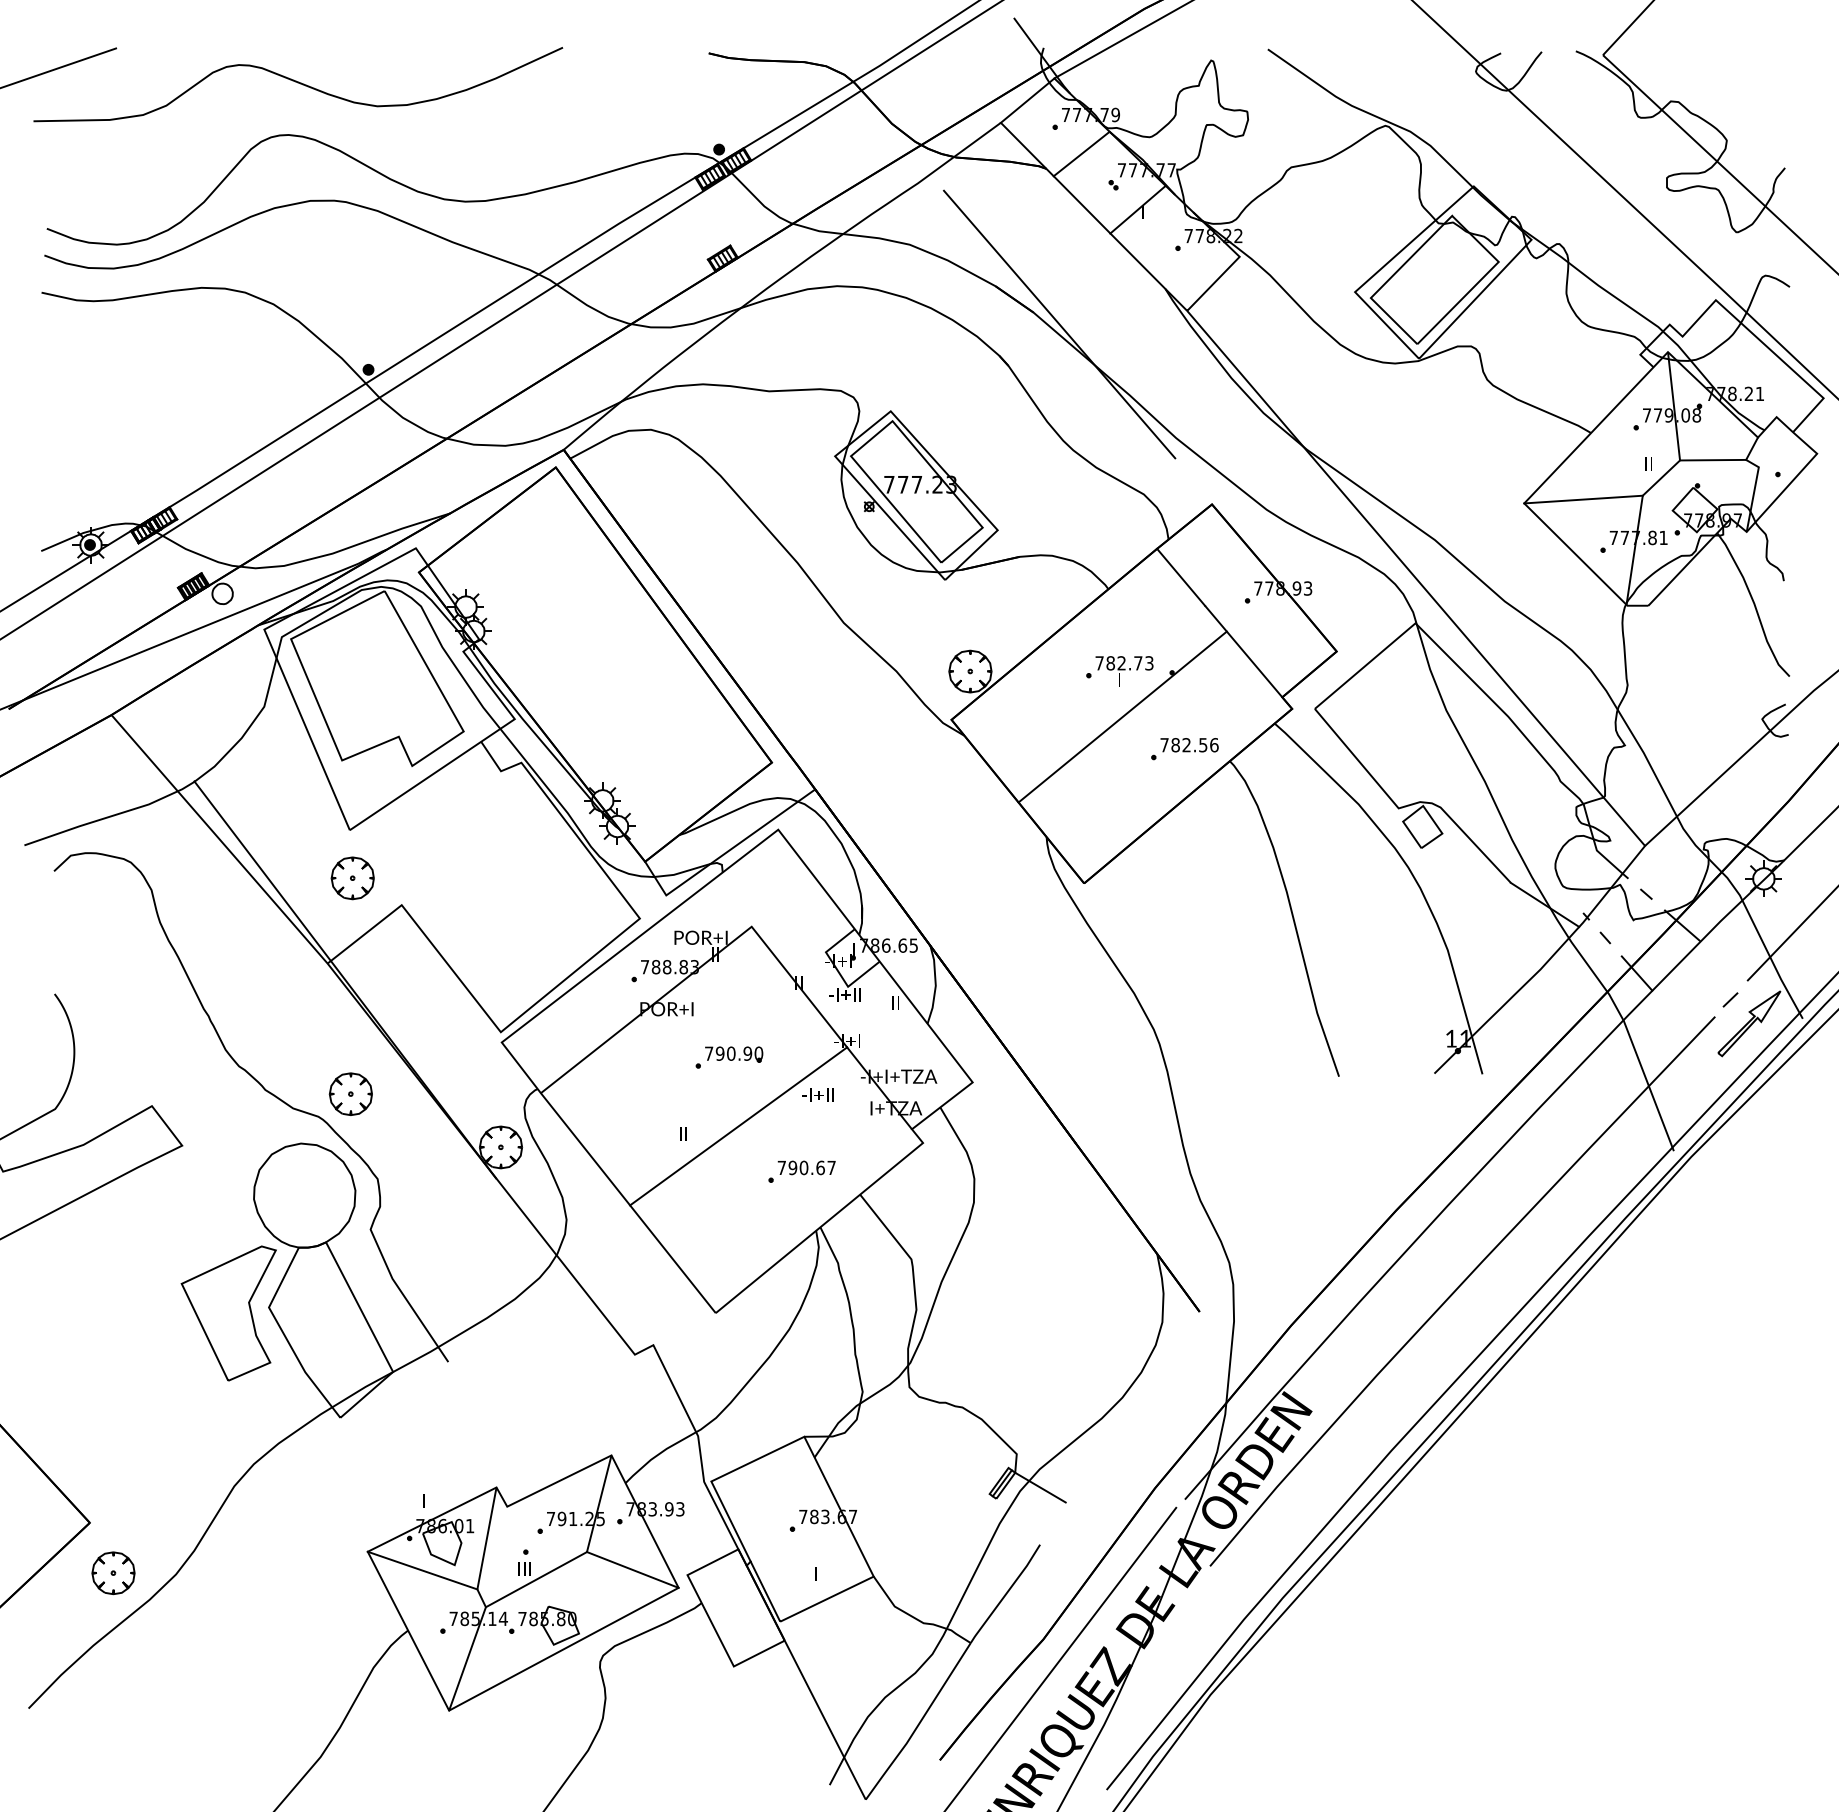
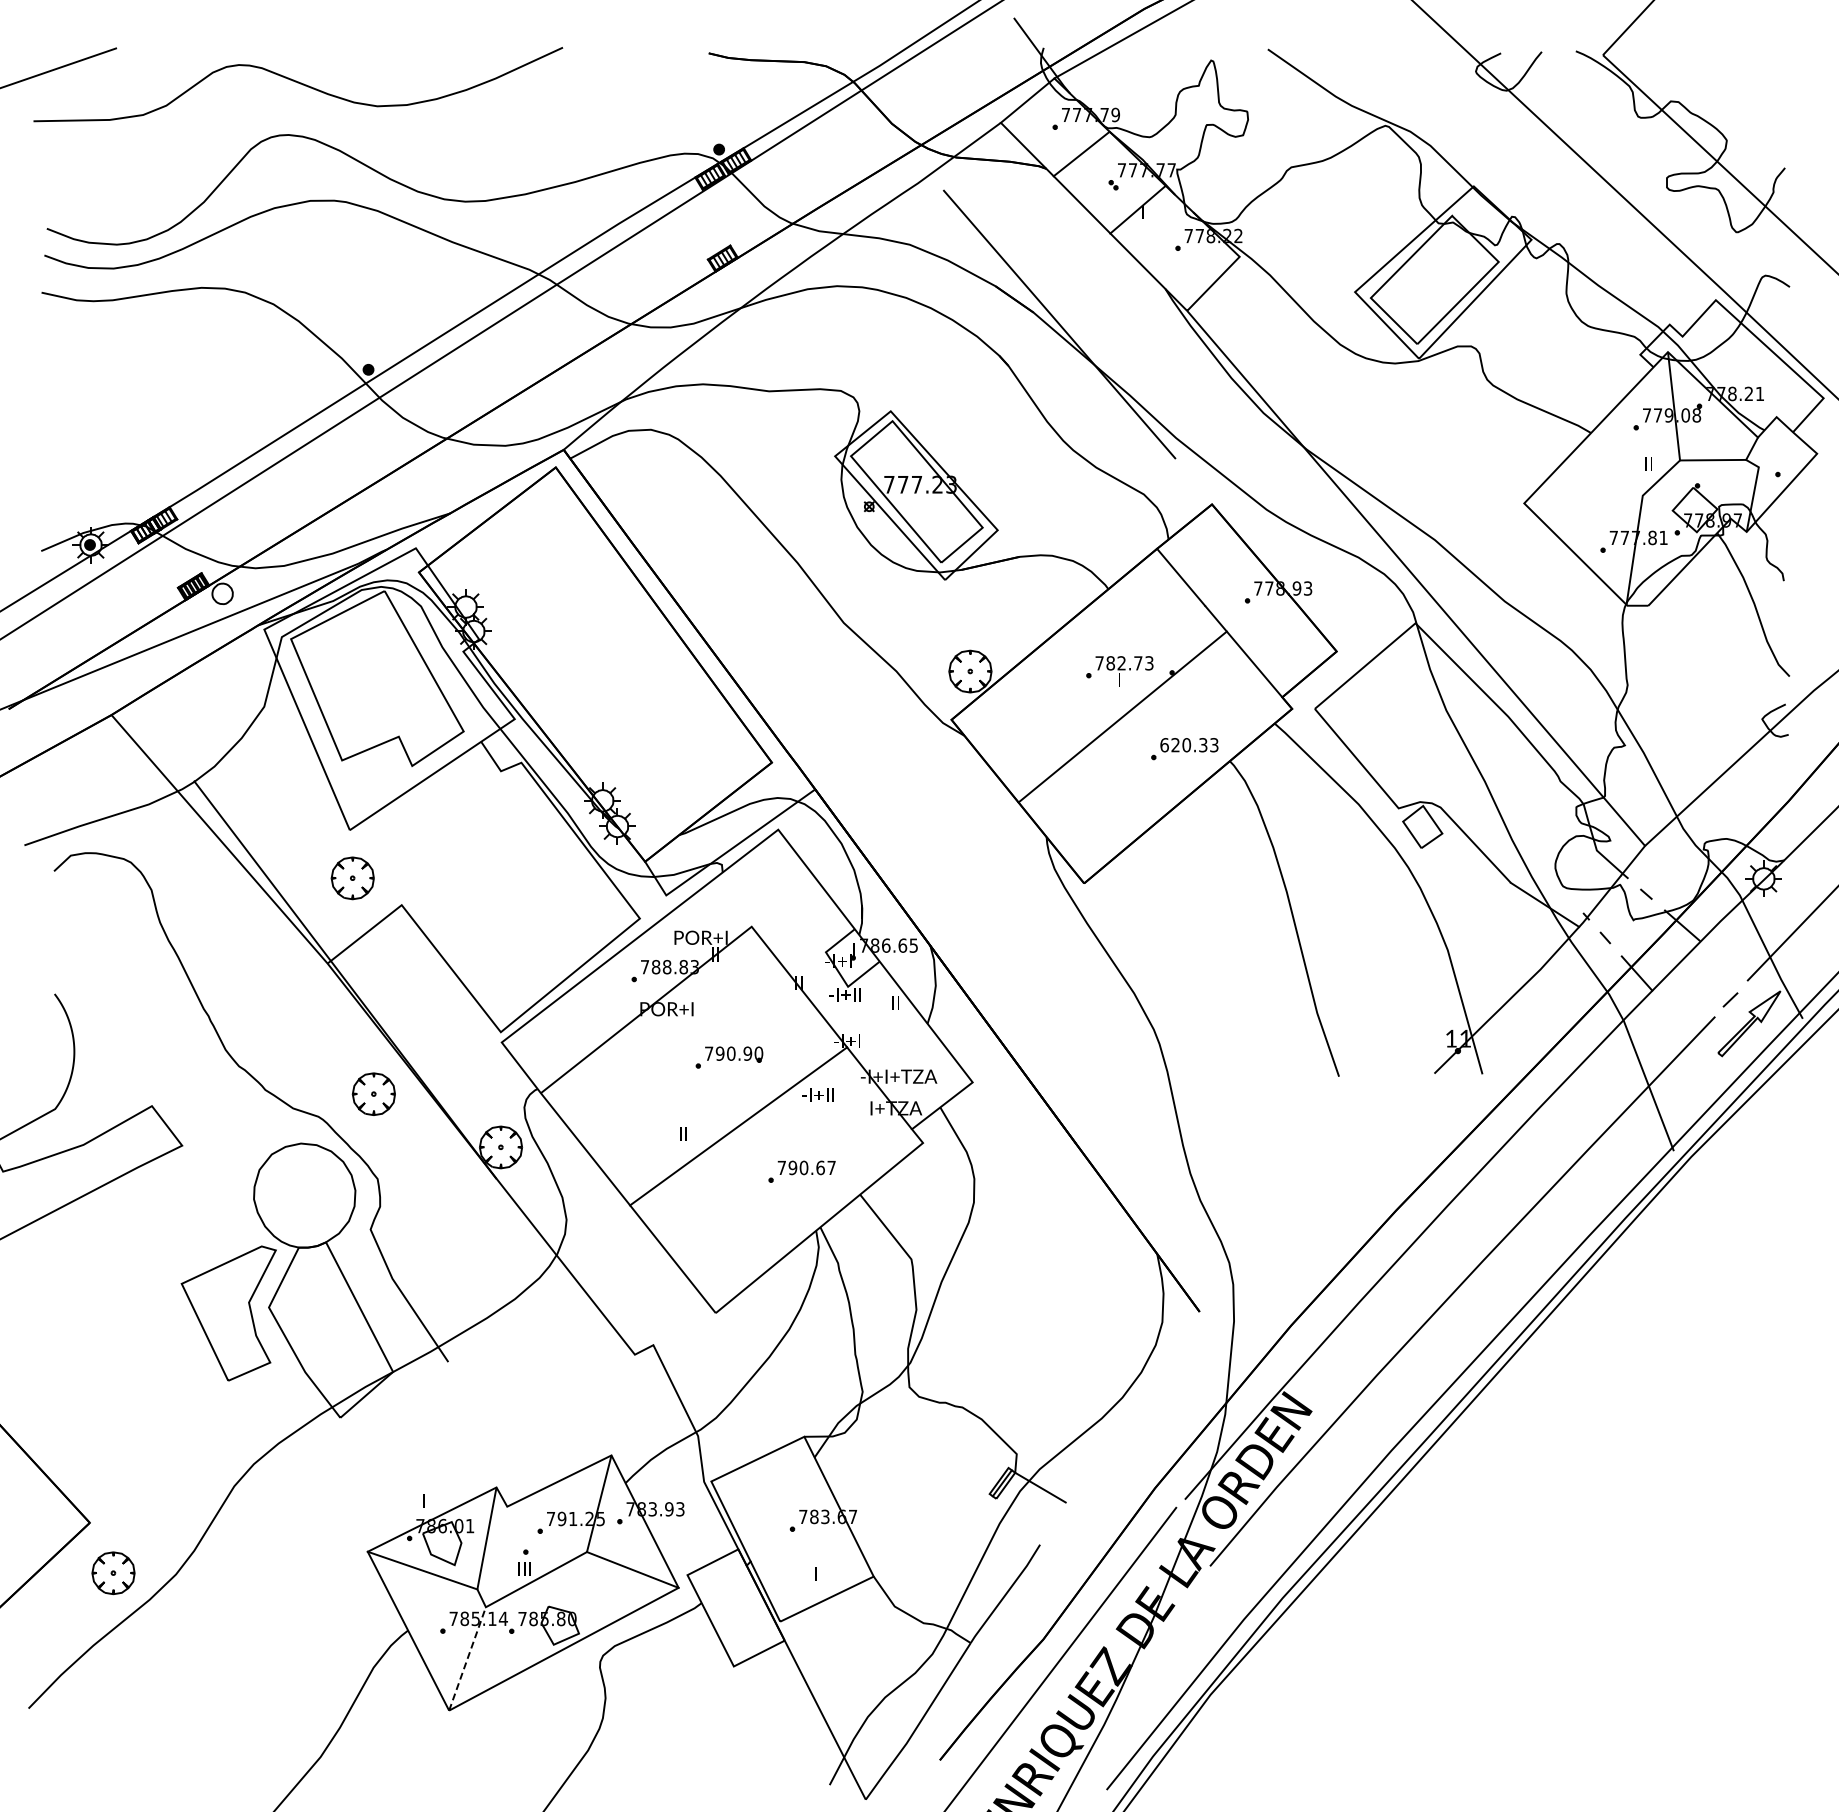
line at (1583, 499): present -> none
text at (1189, 745): 782.56 -> 620.33
part at (350, 1093) position: (350, 1093) -> (373, 1093)
line at (467, 1658): solid -> dashed
